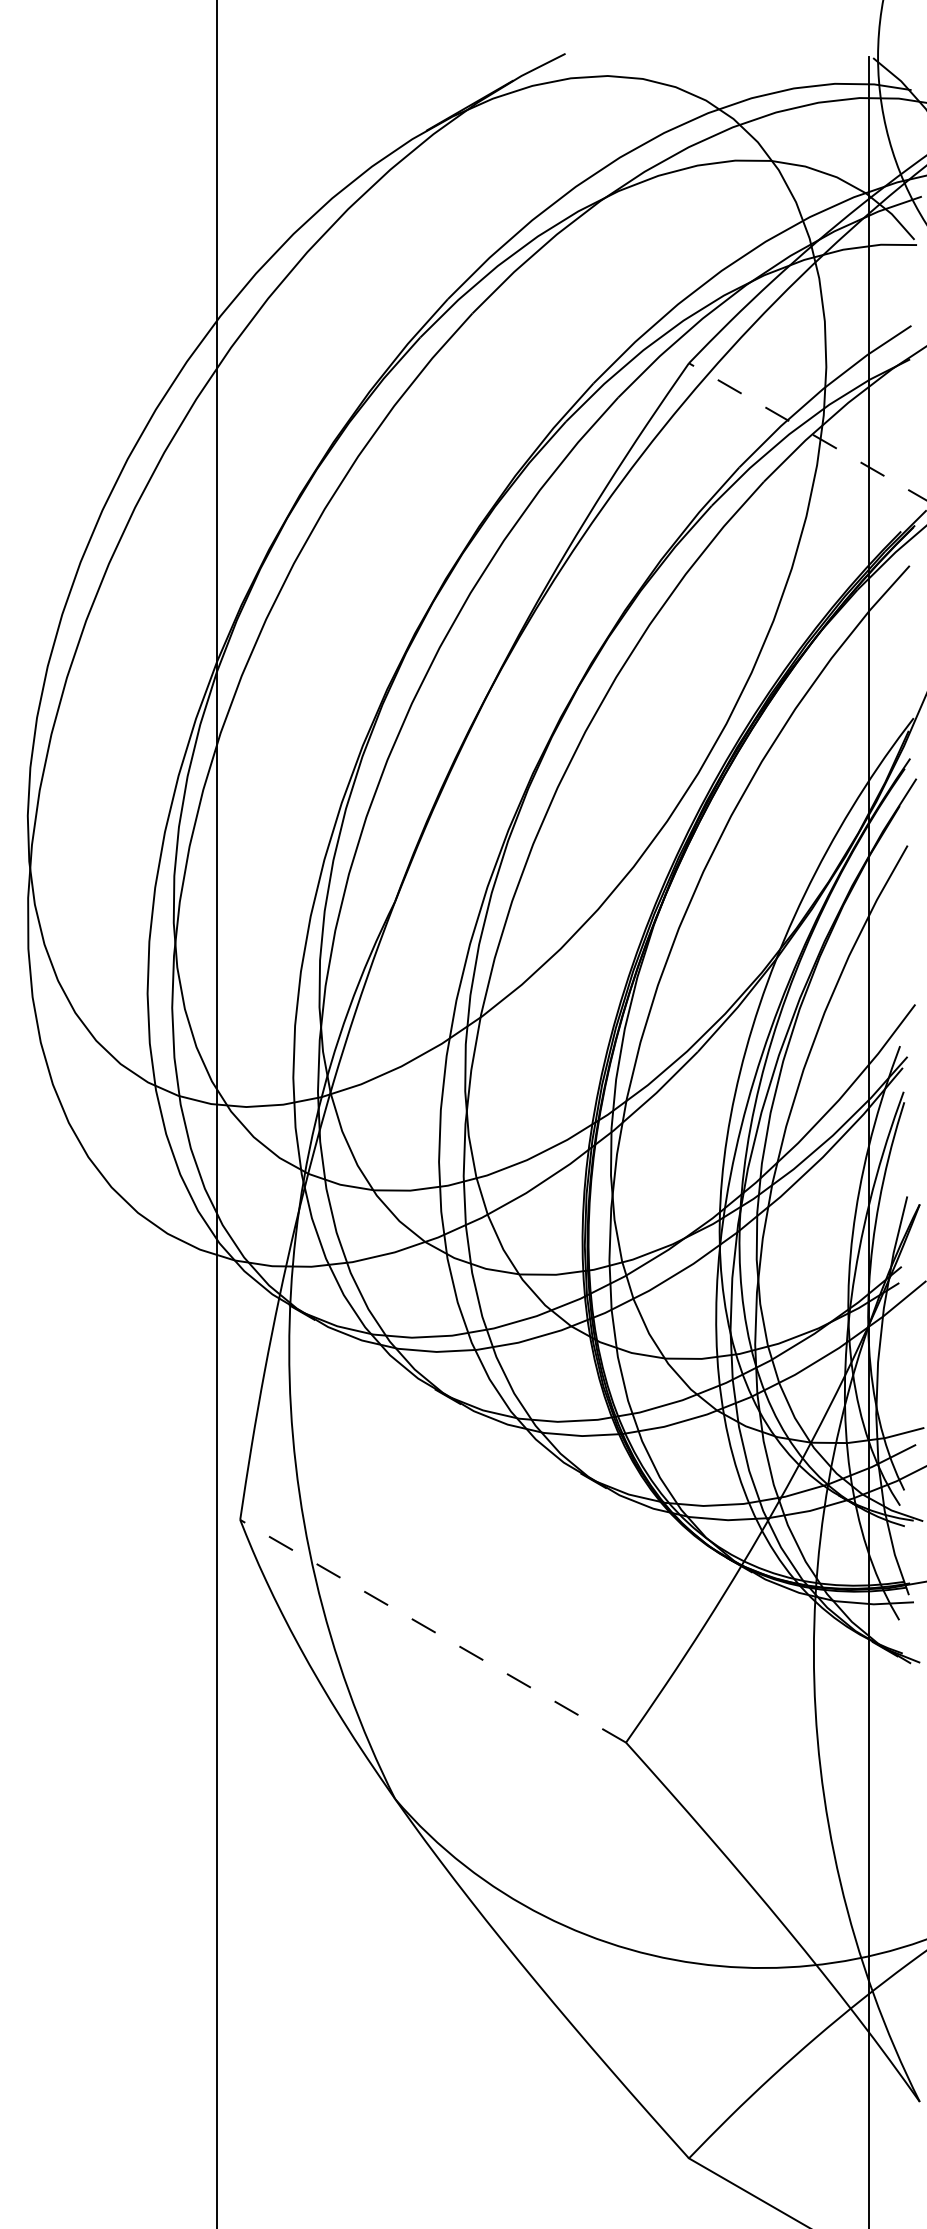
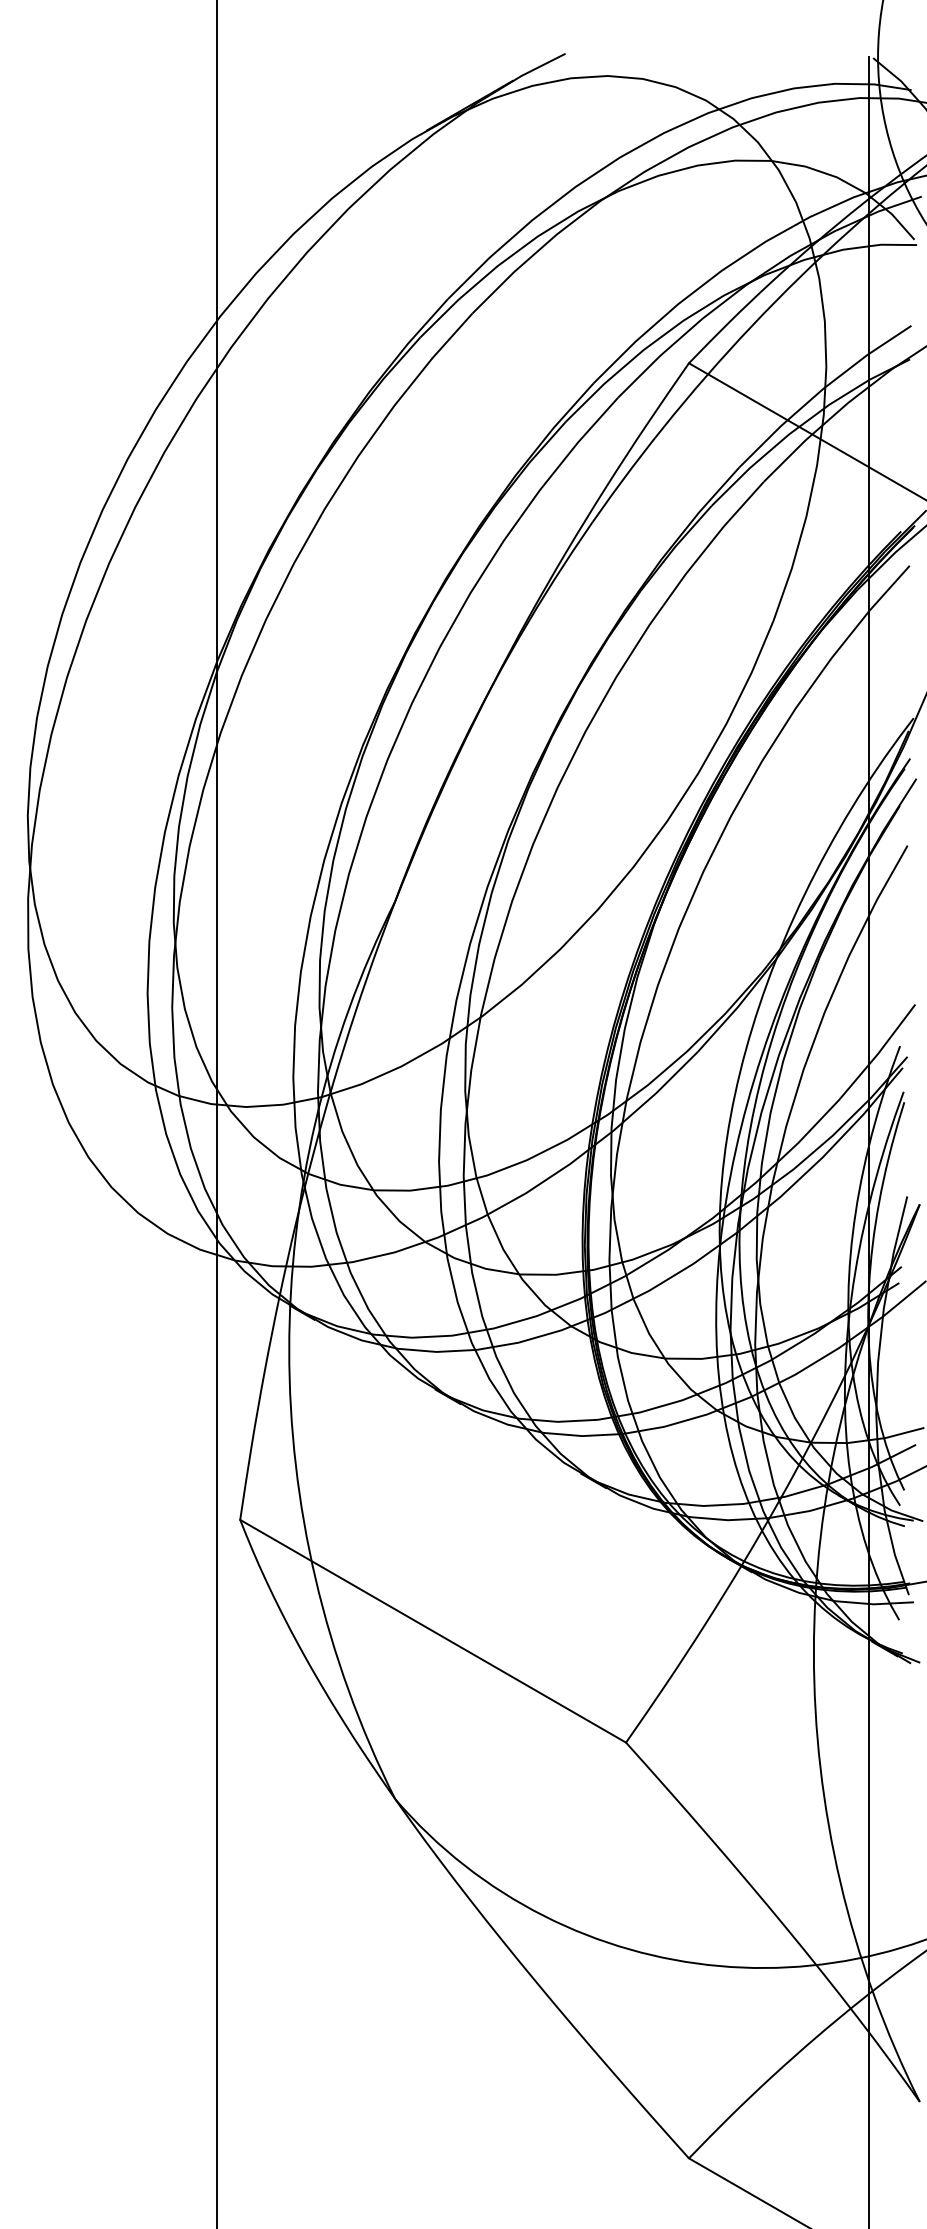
line at (807, 431): dashed -> solid
line at (433, 1631): dashed -> solid
